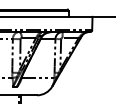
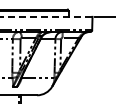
line at (46, 16): solid -> dashed
